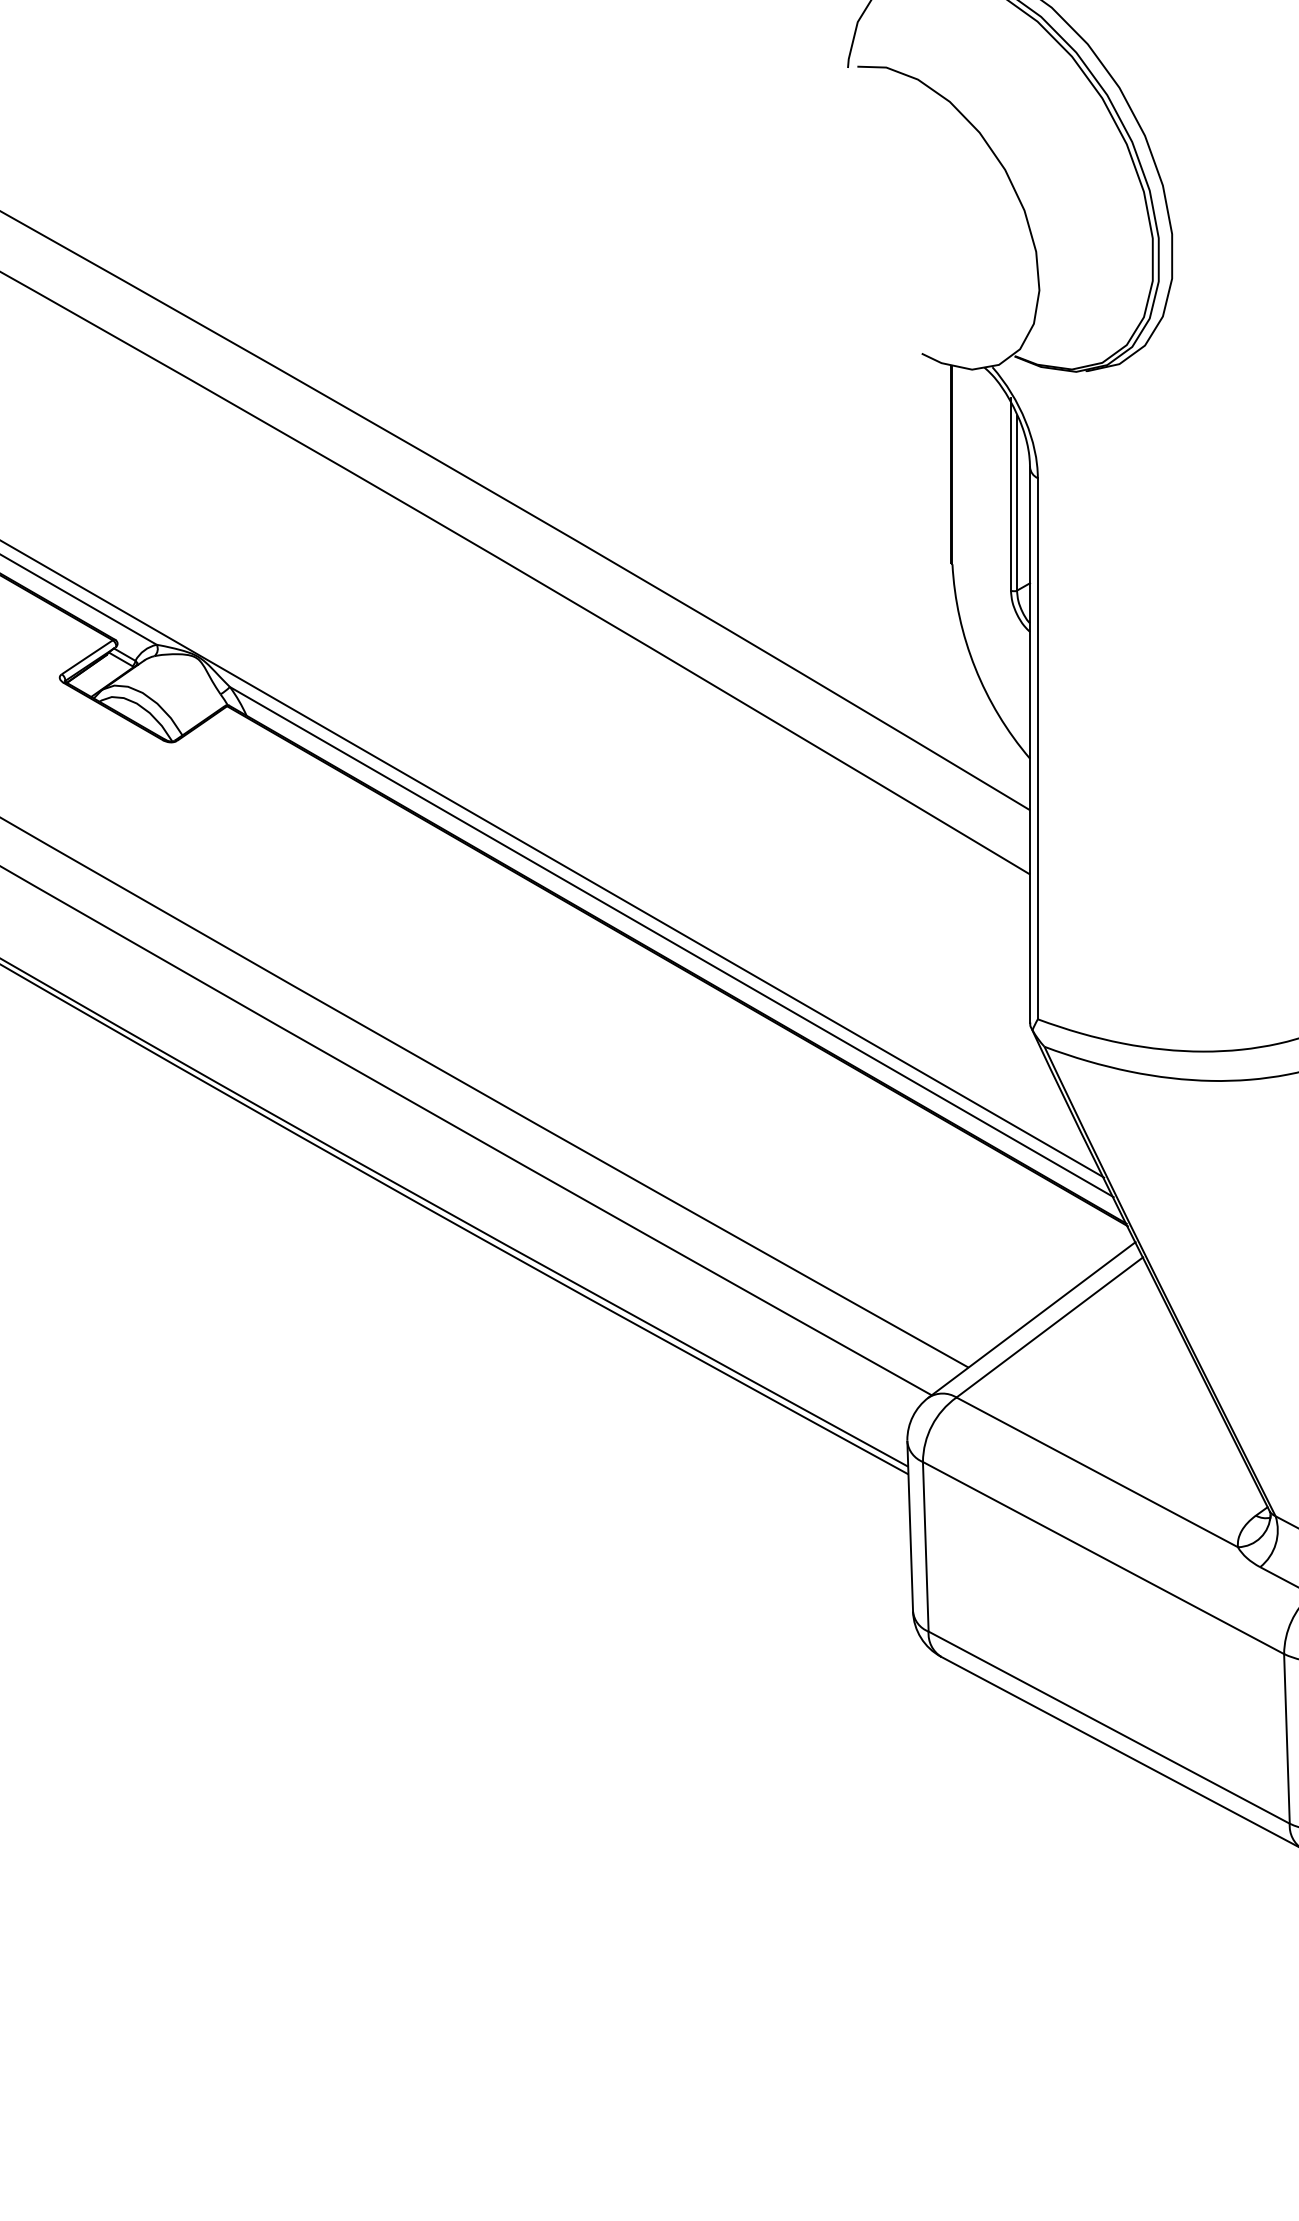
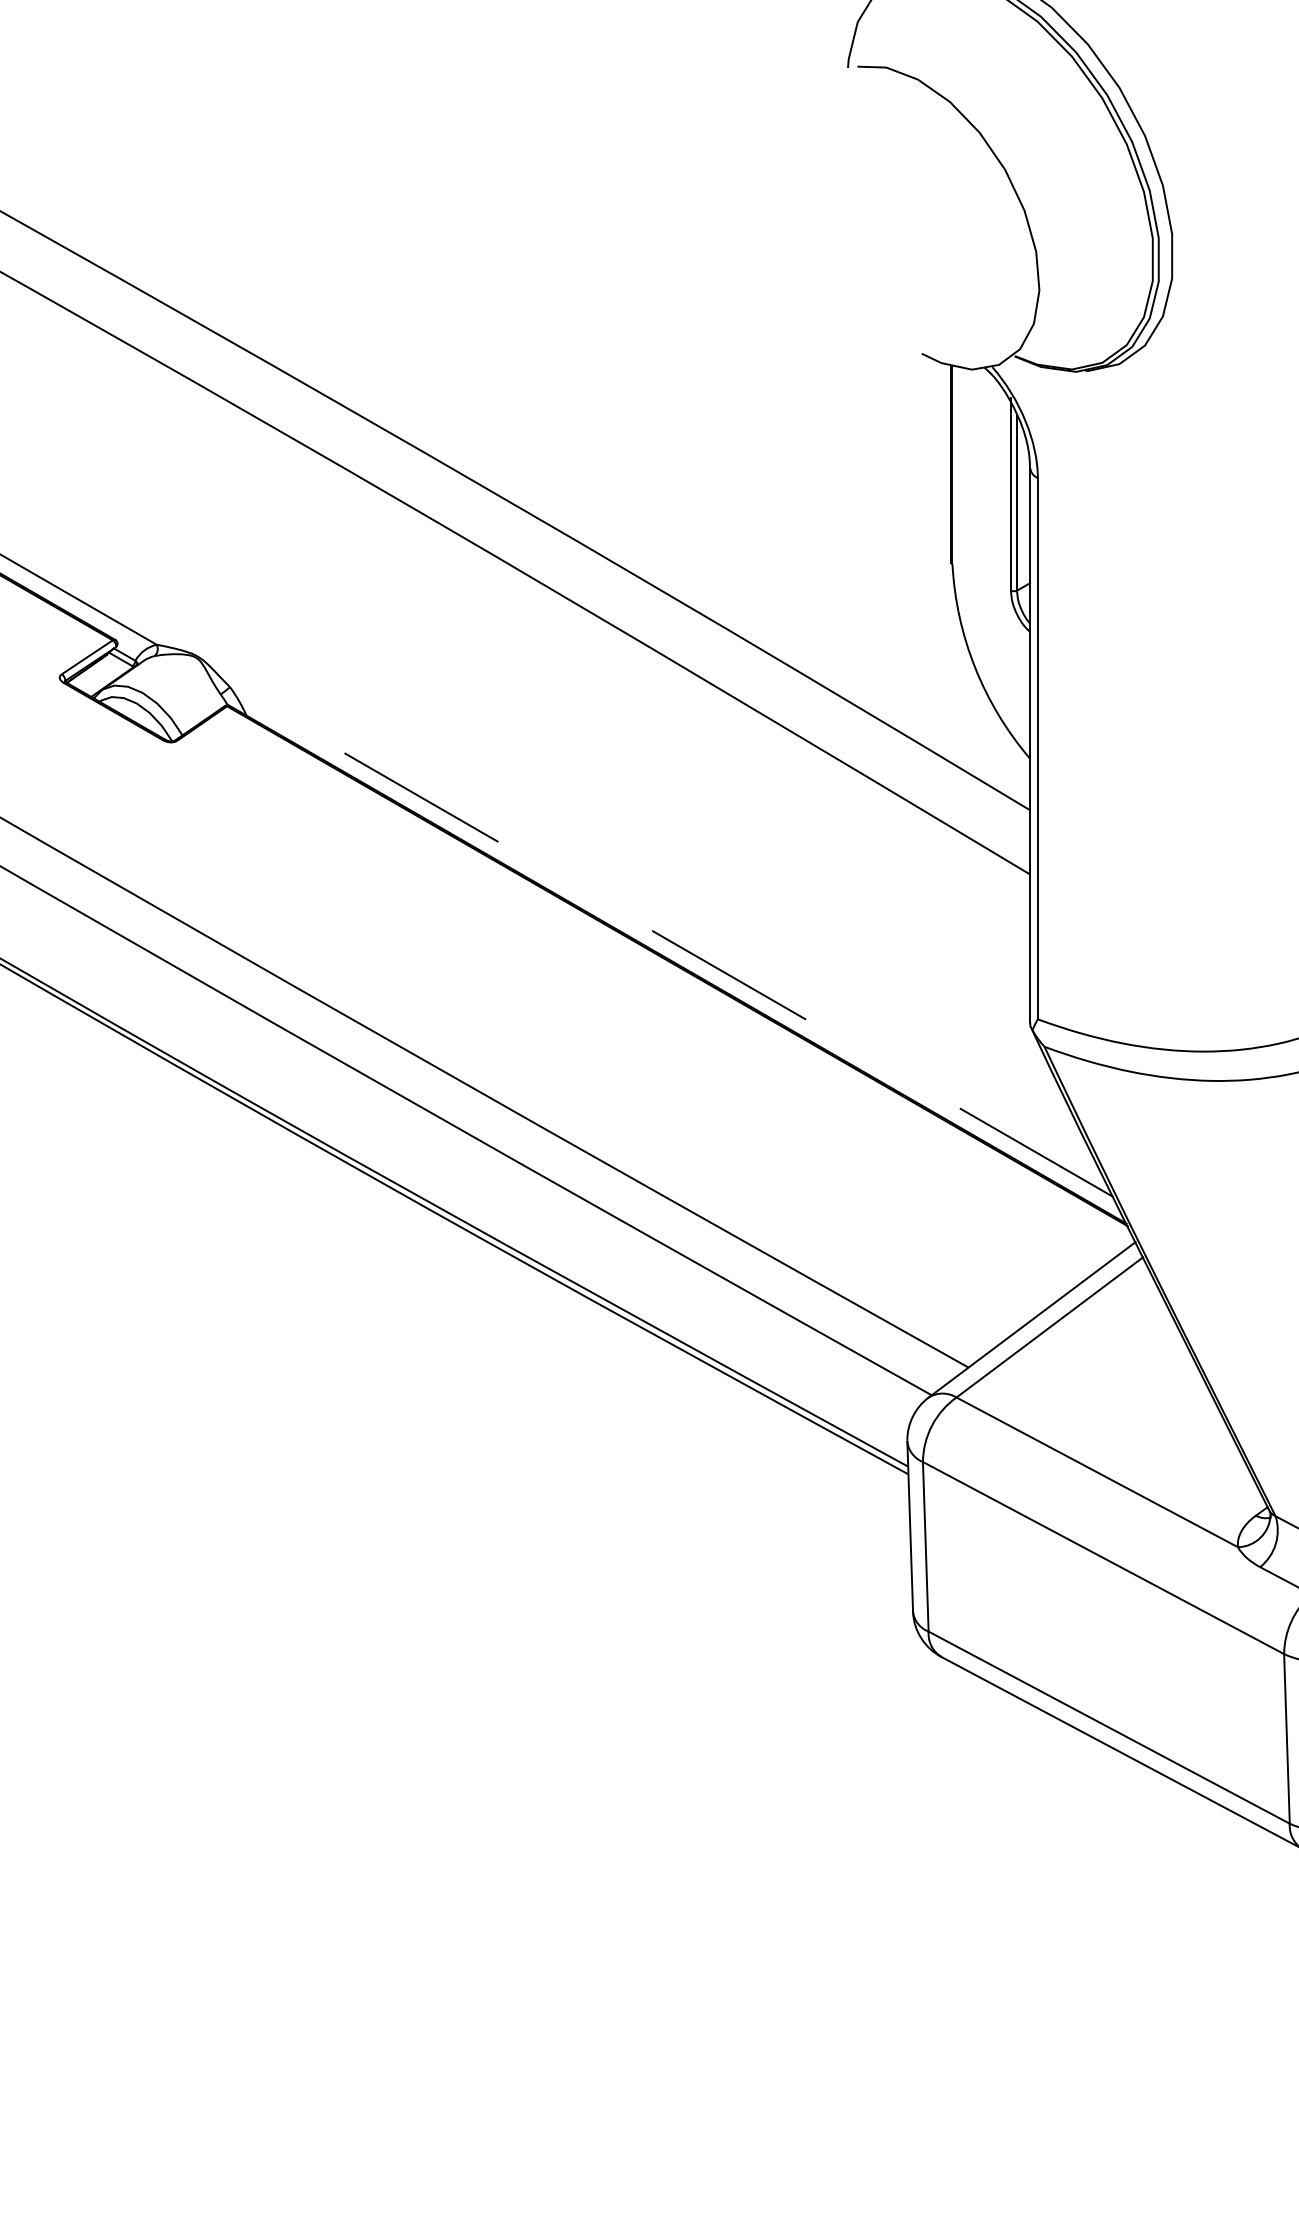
line at (553, 859): present -> none
line at (671, 941): solid -> dashed
